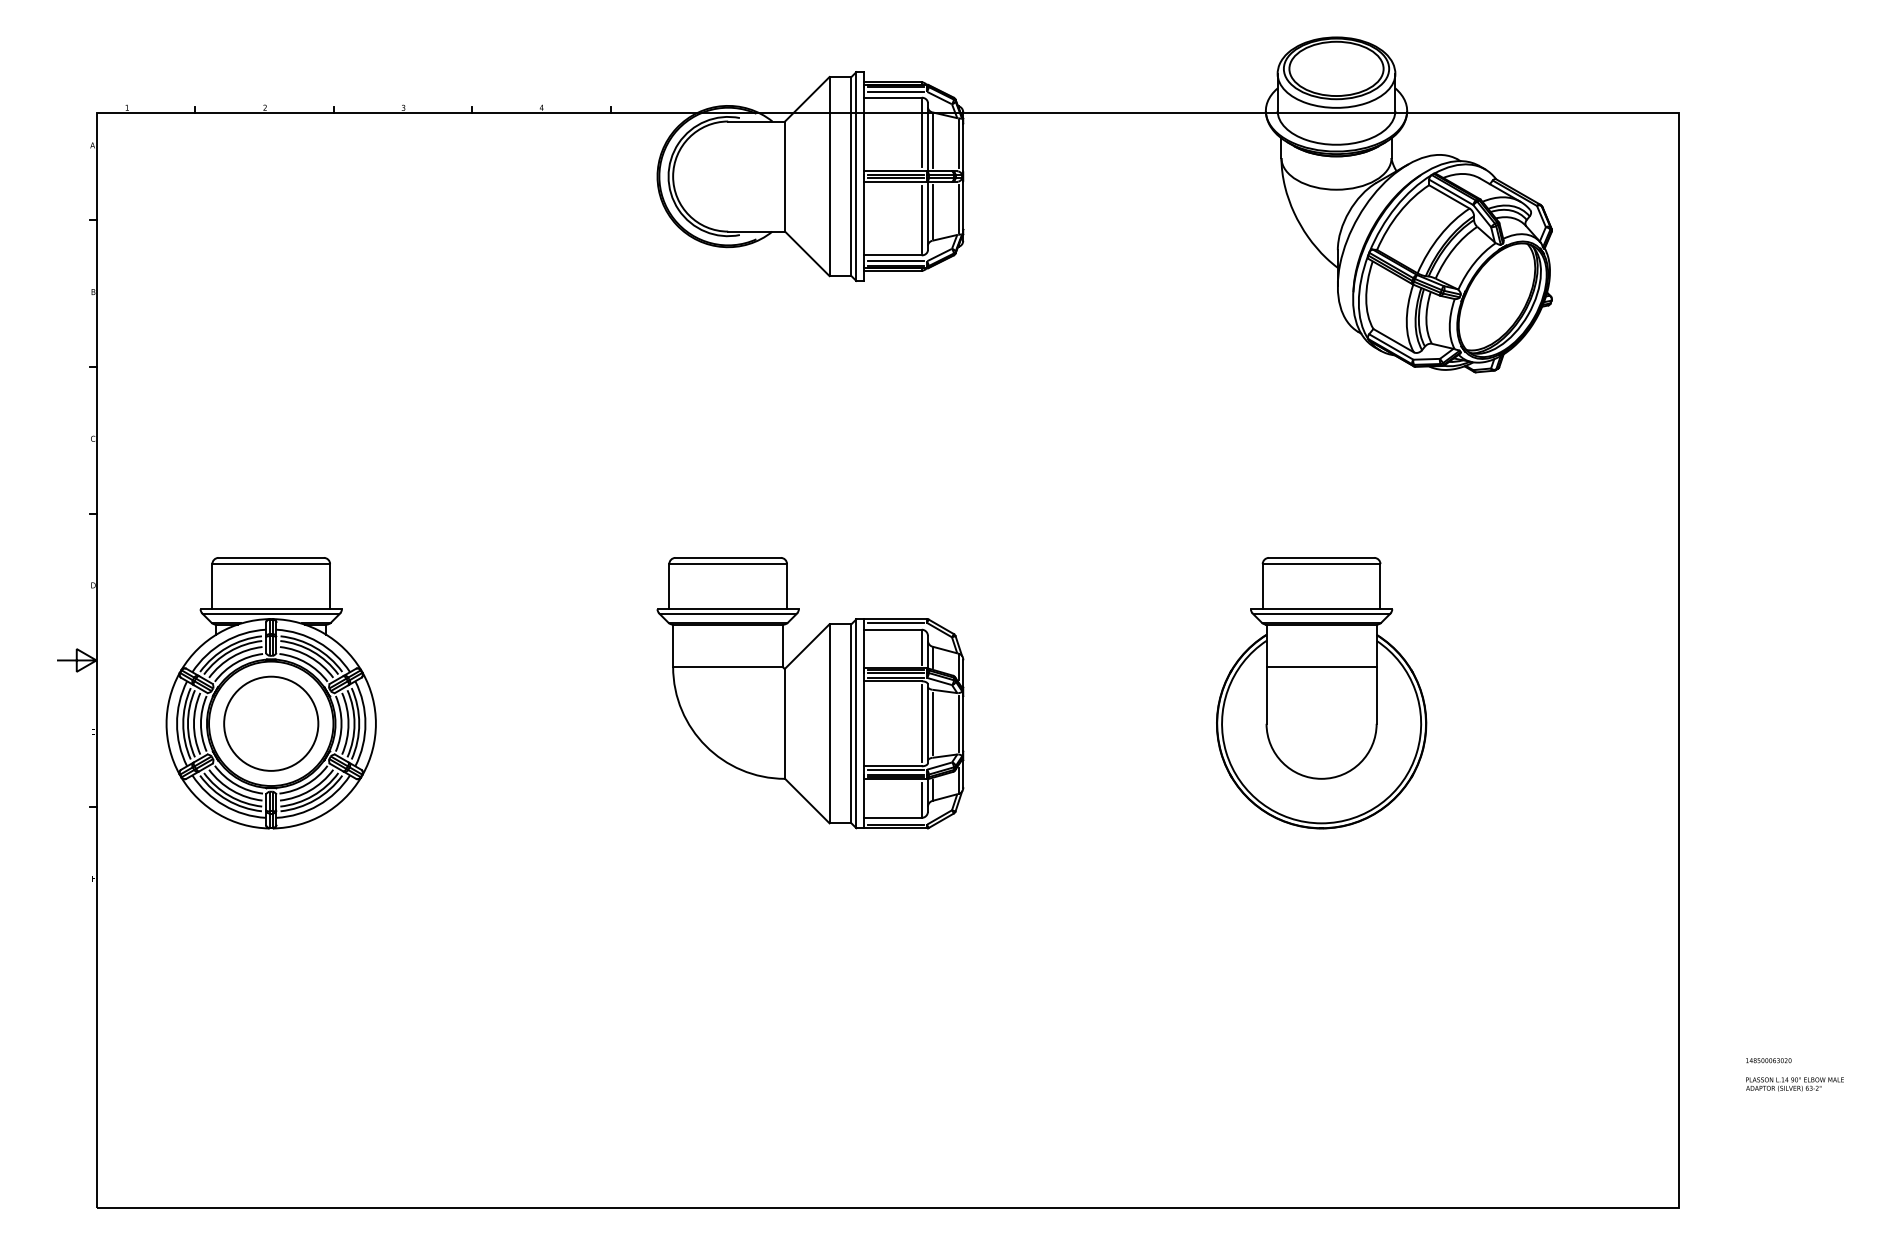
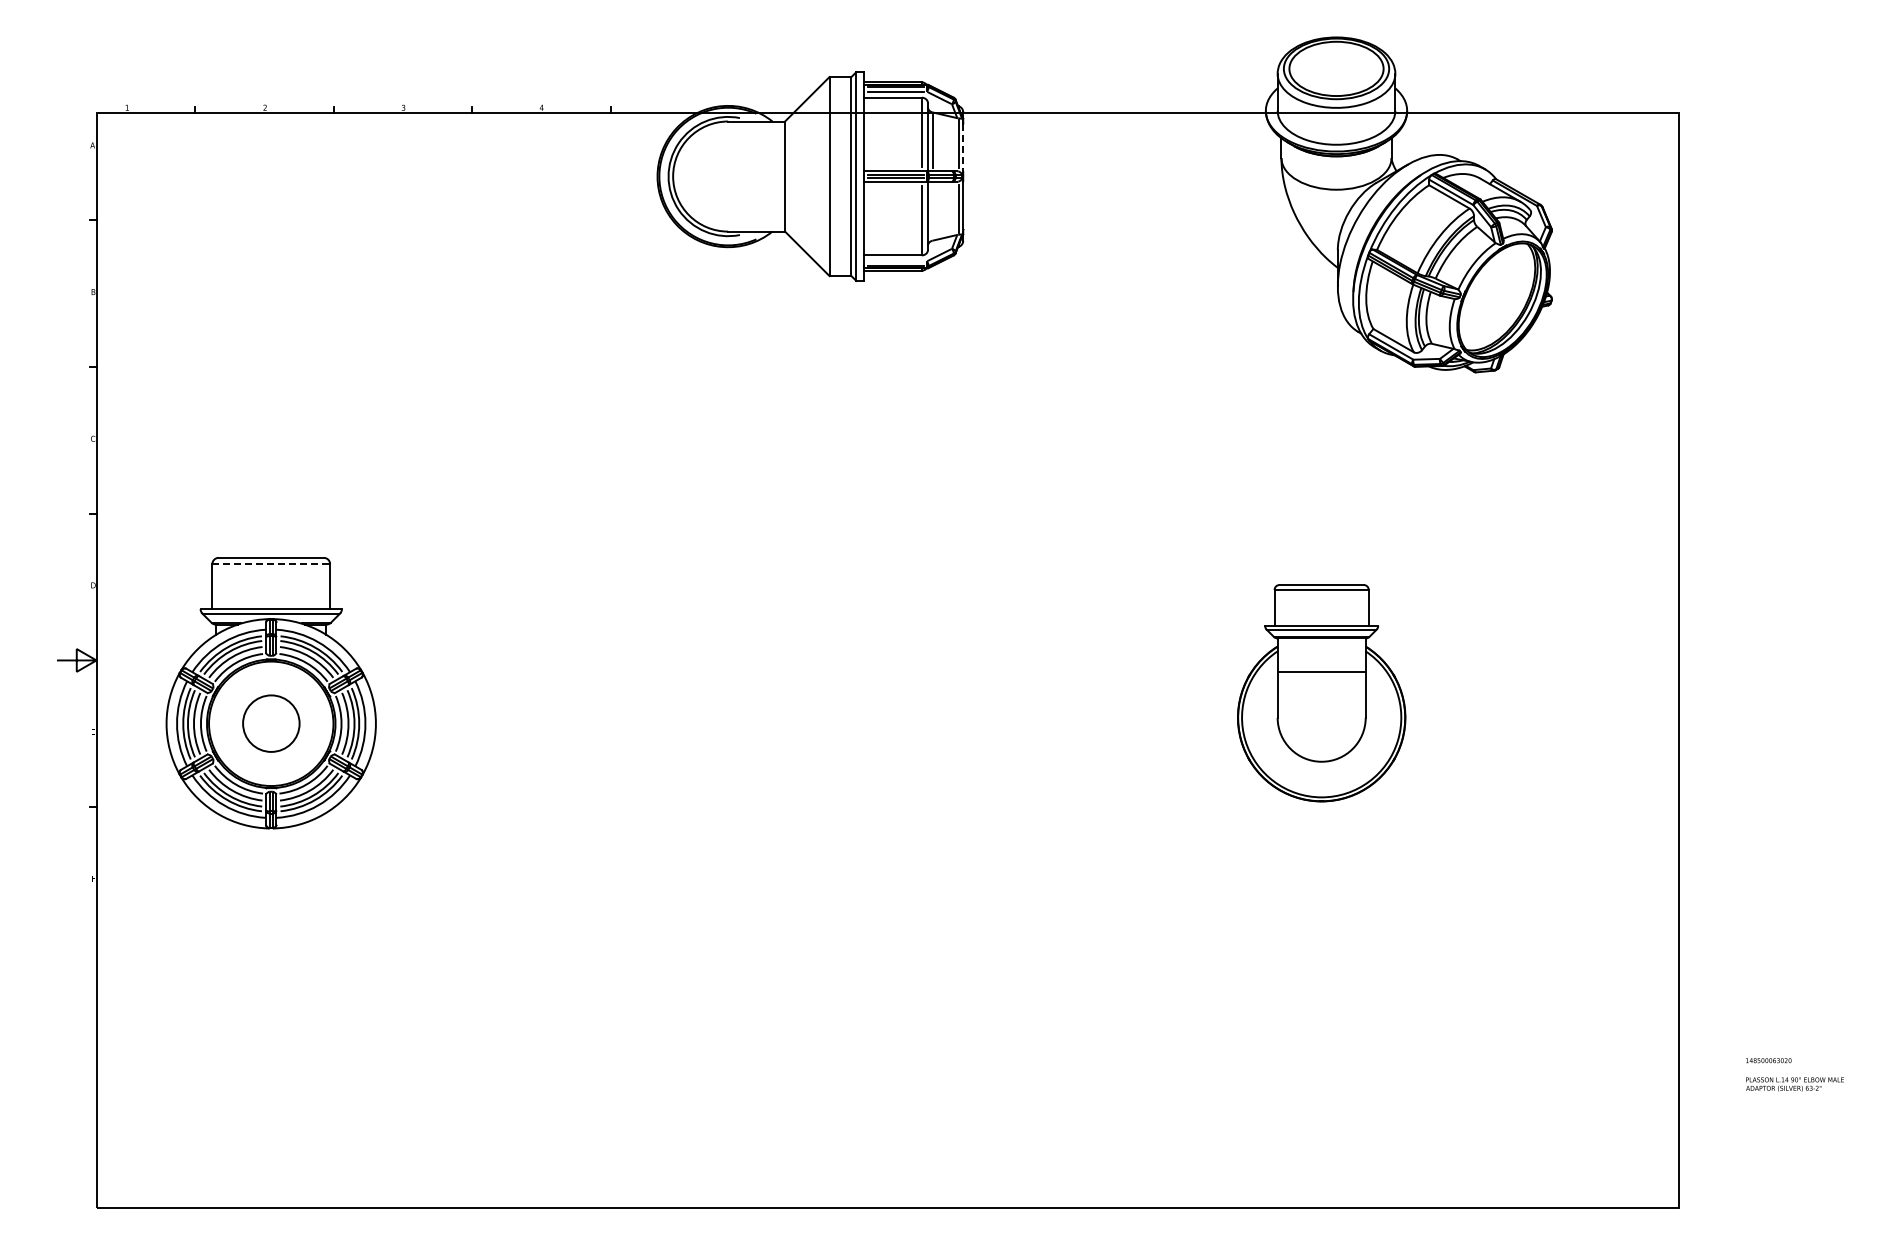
line at (963, 147): solid -> dashed
line at (932, 211): present -> none
line at (895, 261): present -> none
line at (270, 564): solid -> dashed
part at (810, 693): present -> none
part at (1321, 693) size: 212x273 px -> 170x219 px
circle at (271, 723) size: 97x97 px -> 59x59 px
